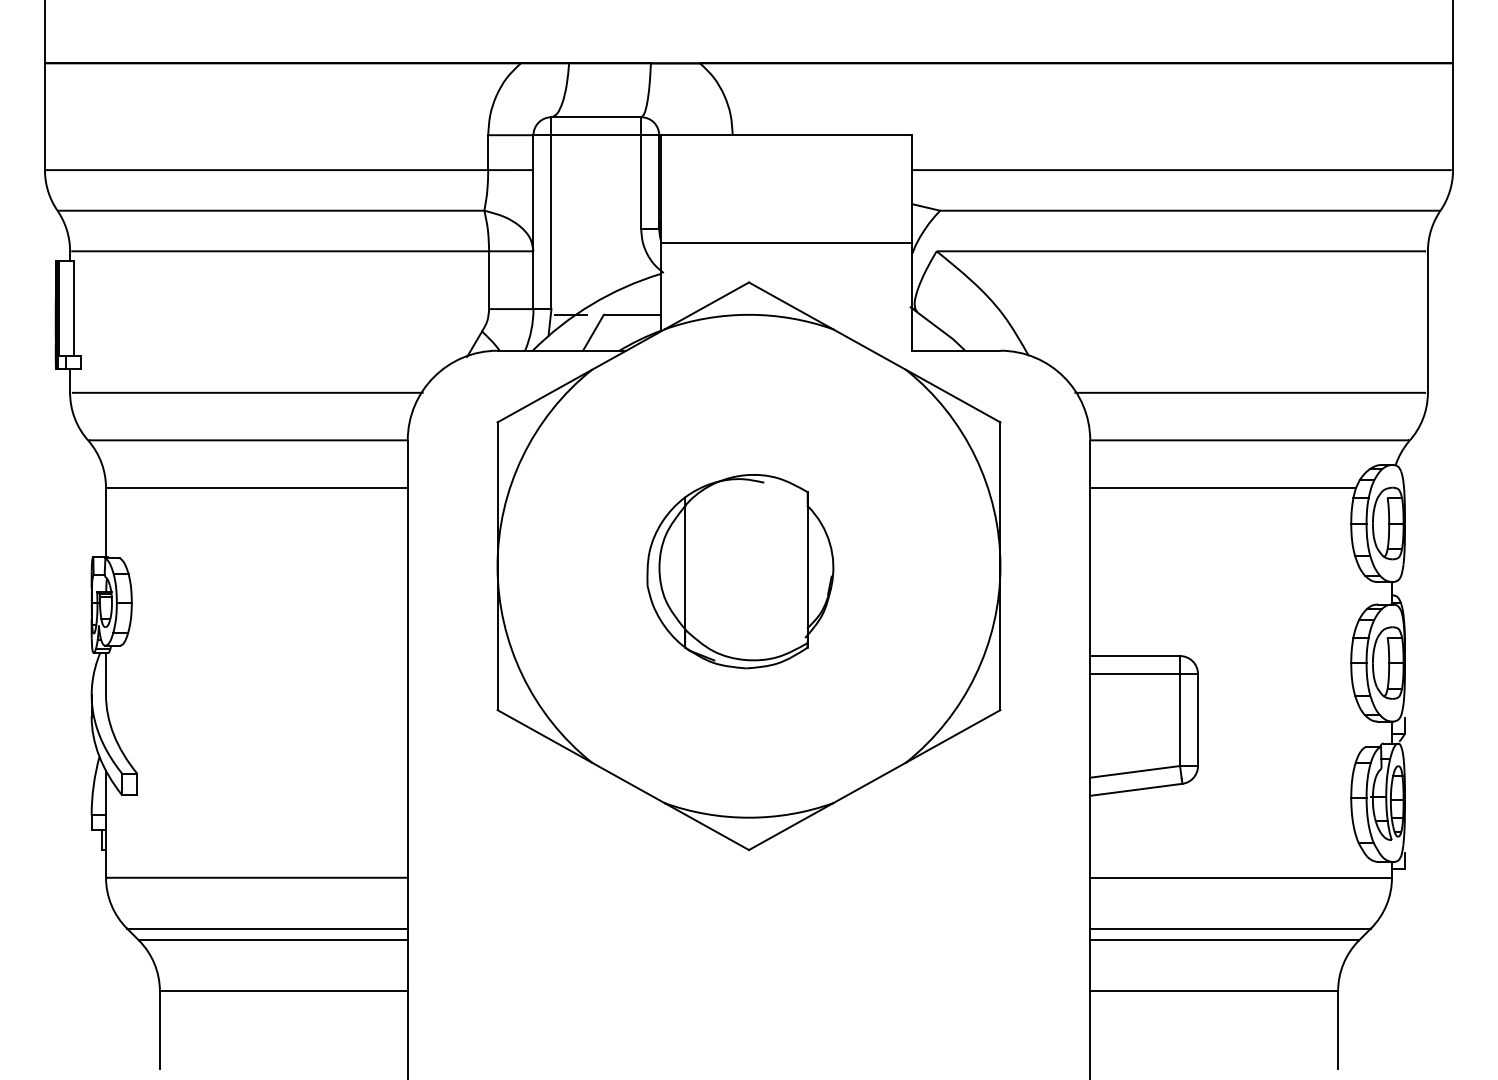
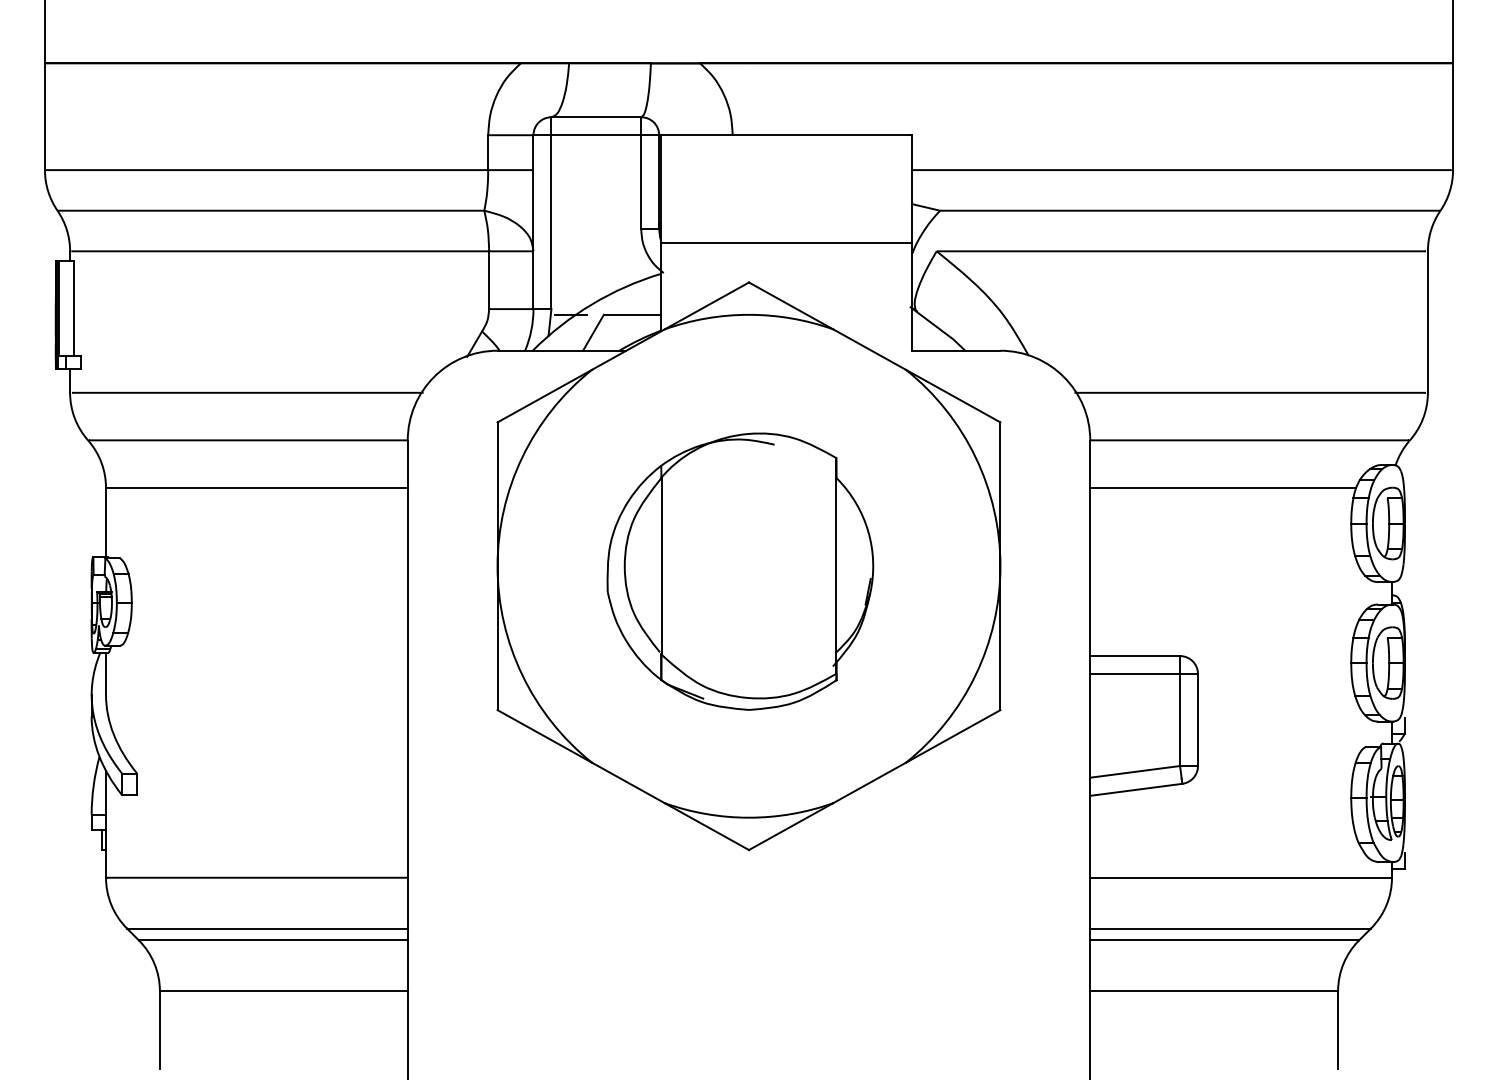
part at (740, 571) size: 189x196 px -> 269x279 px
